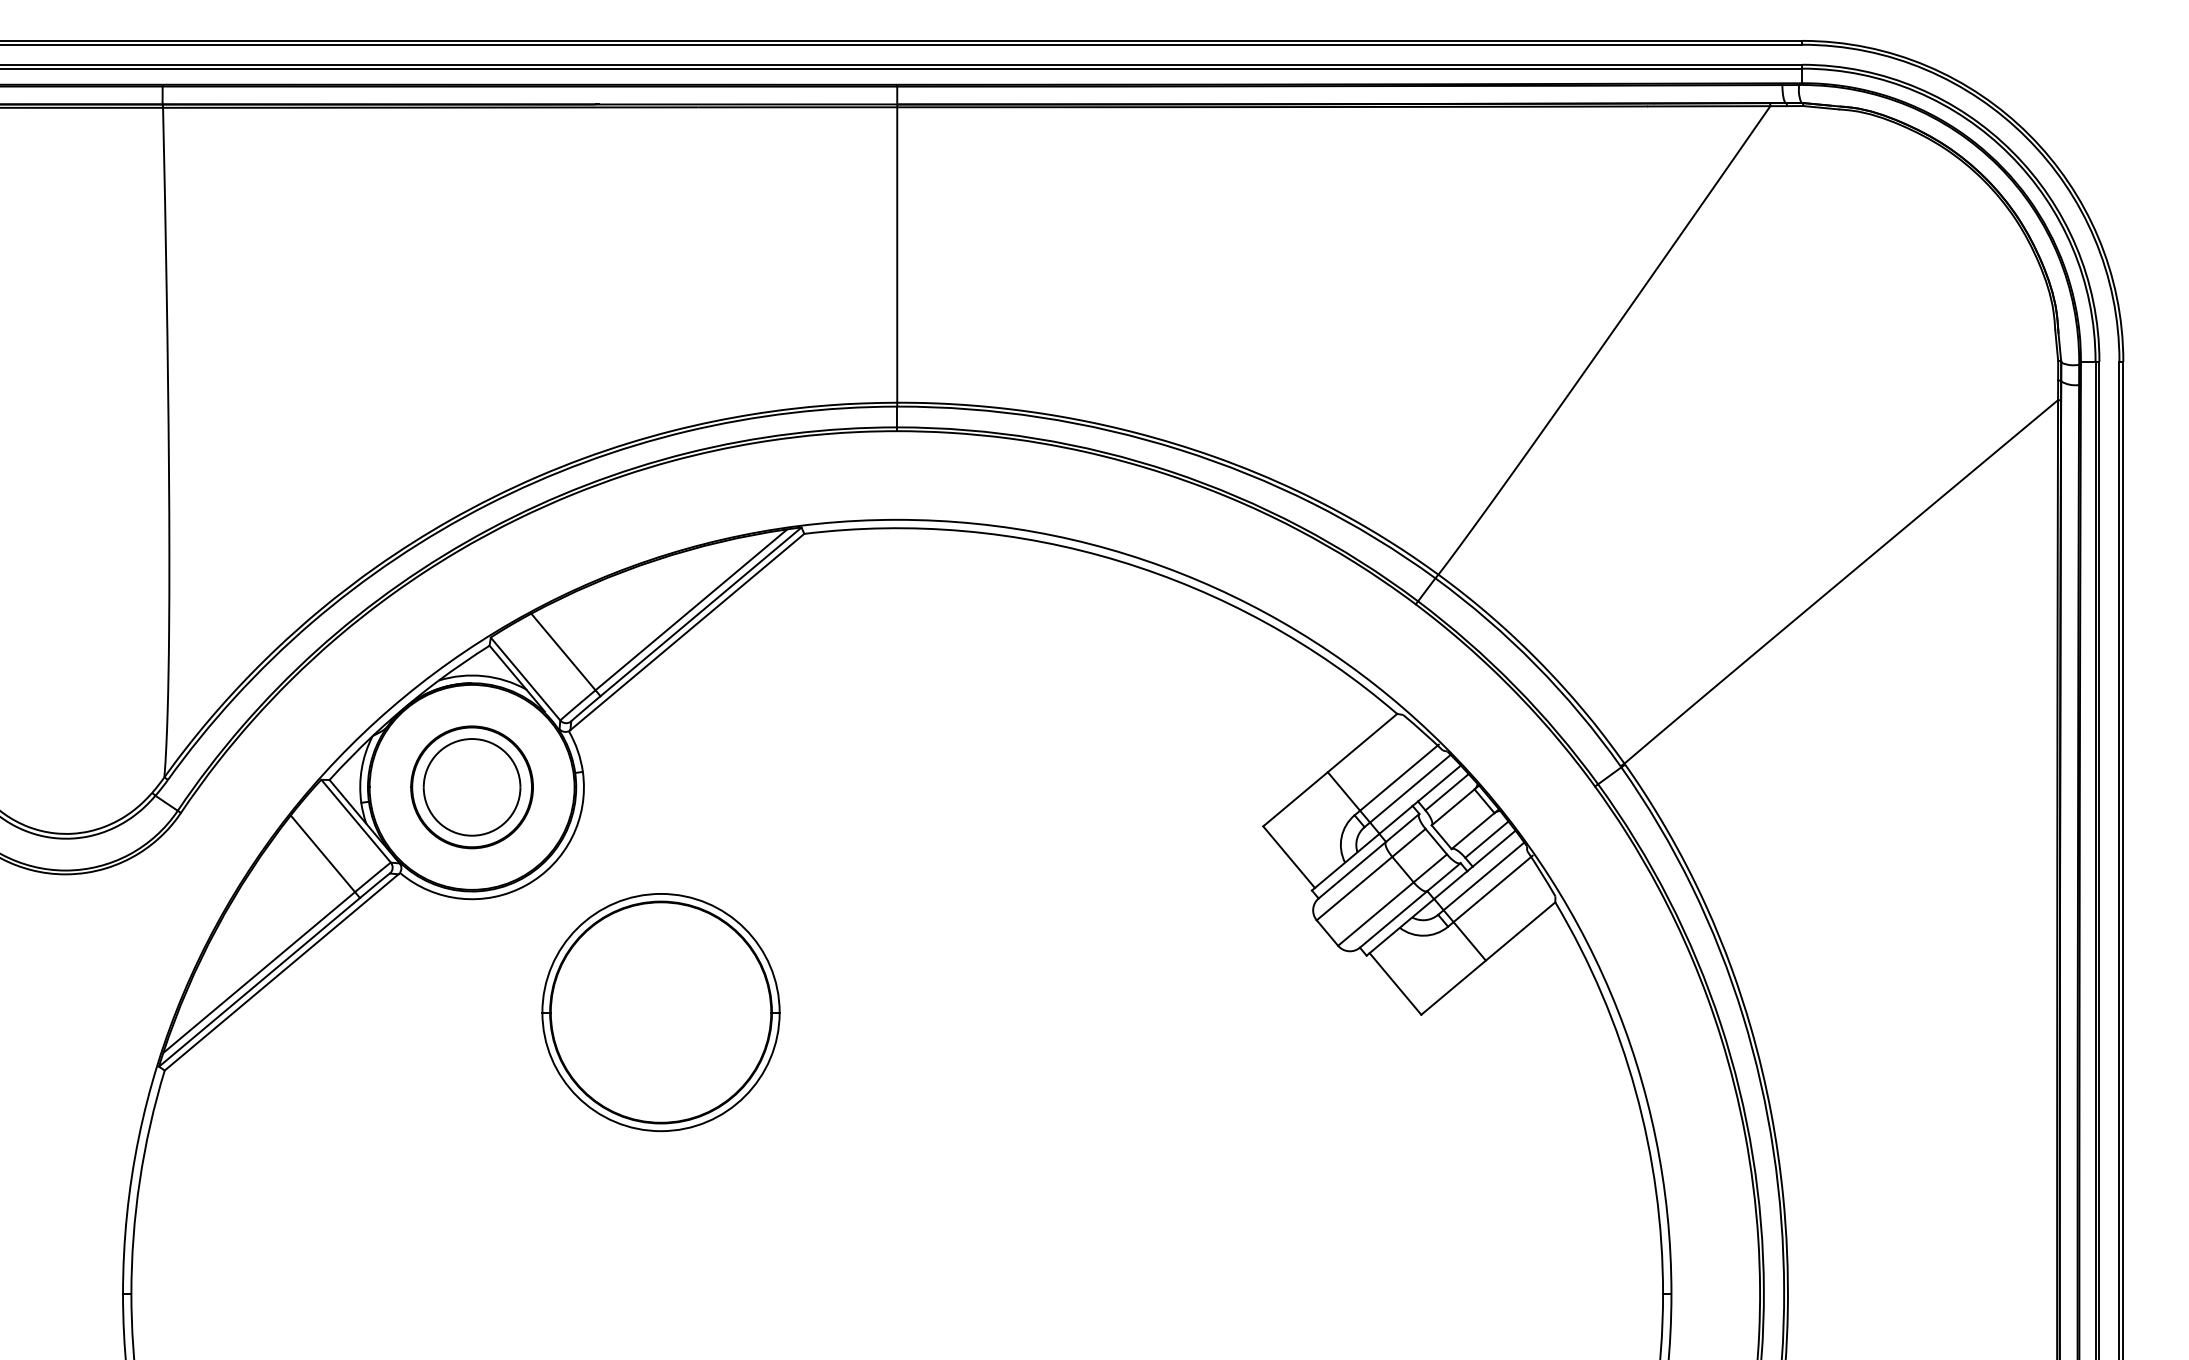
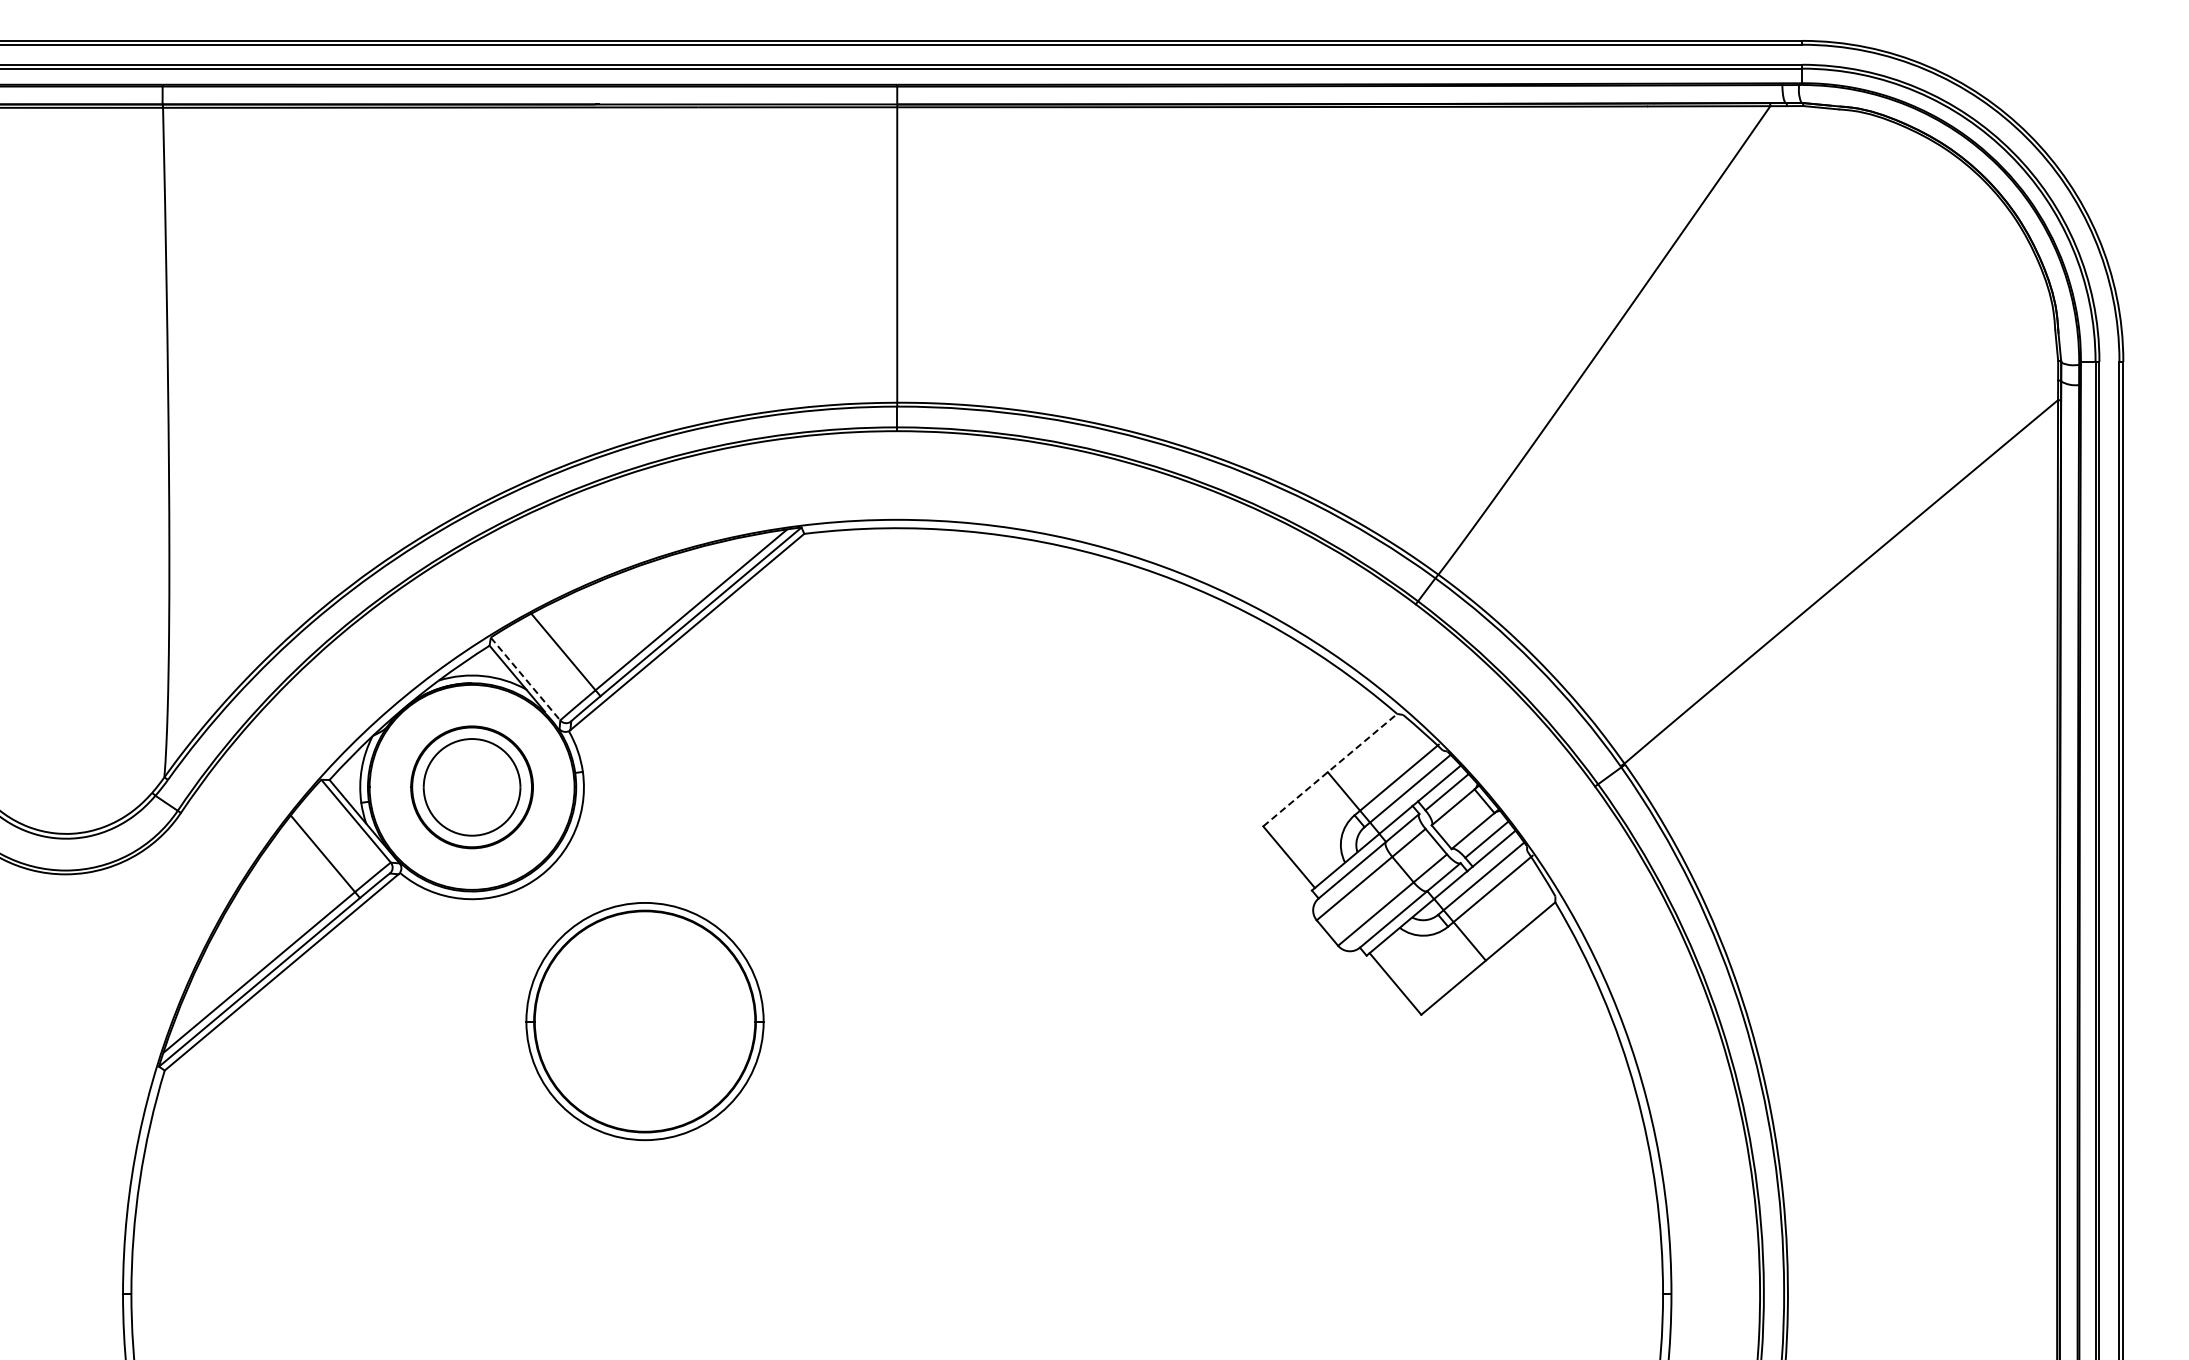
line at (525, 679): solid -> dashed
line at (1330, 769): solid -> dashed
part at (660, 1012) position: (660, 1012) -> (644, 1021)
